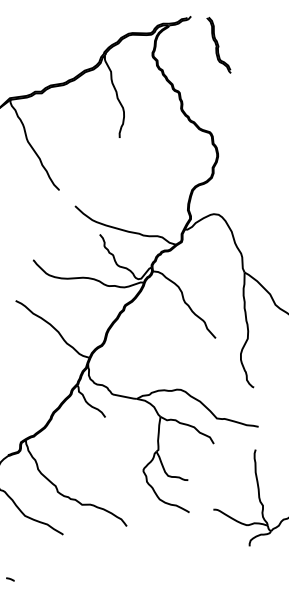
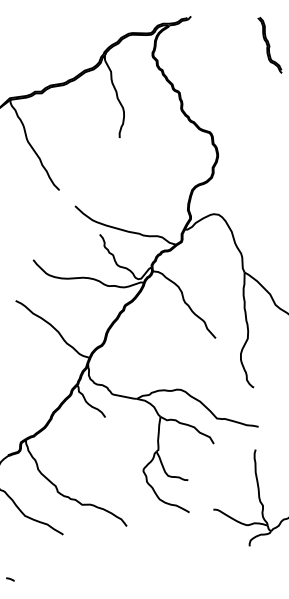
part at (218, 45) position: (218, 45) -> (269, 45)
